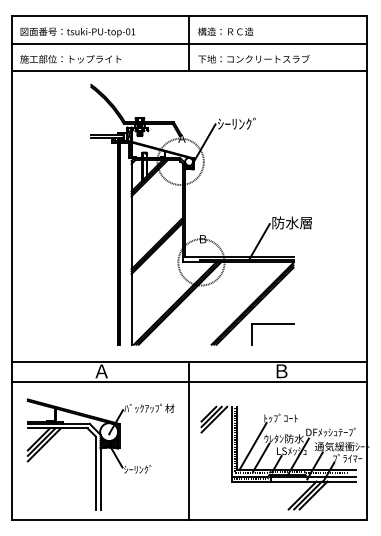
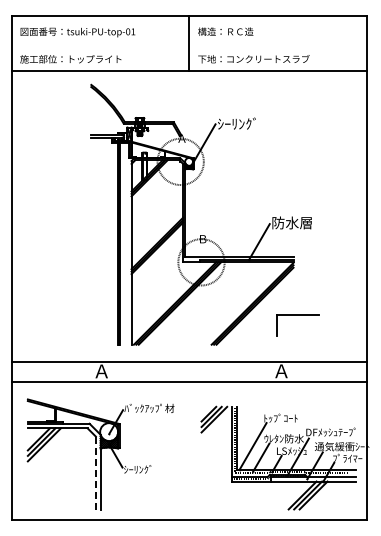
line at (189, 43): present -> none
part at (272, 324) position: (272, 324) -> (297, 315)
text at (281, 371): Ｂ -> Ａ
line at (189, 440): present -> none
line at (95, 473): solid -> dashed
